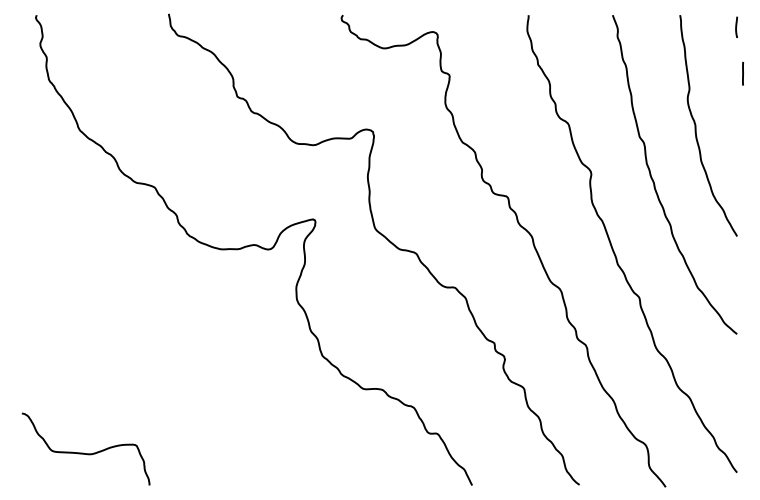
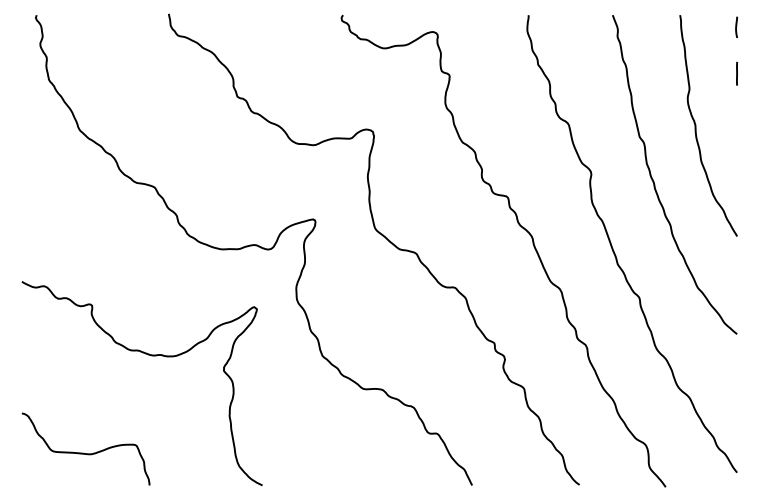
line at (742, 73) position: (742, 73) -> (736, 73)
curve at (151, 356): none -> present
